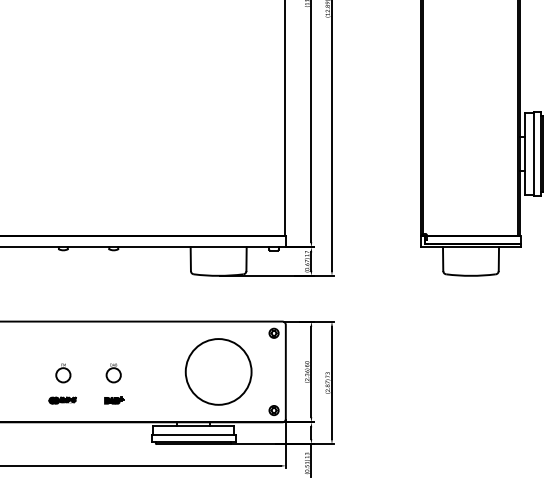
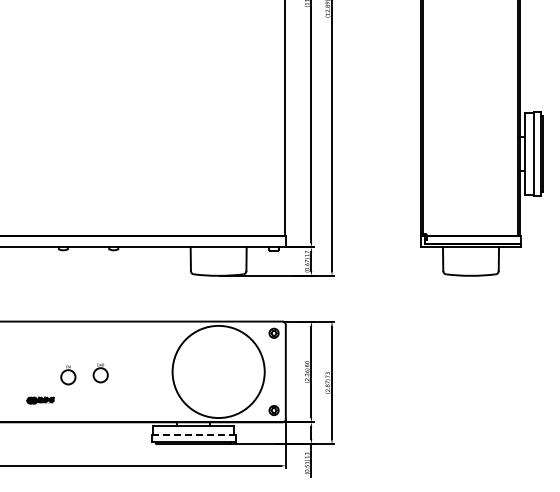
circle at (218, 371) diameter: 66 px -> 92 px
part at (63, 373) position: (63, 373) -> (68, 375)
part at (113, 373) position: (113, 373) -> (100, 373)
part at (62, 400) position: (62, 400) -> (40, 400)
part at (114, 400): present -> none
line at (193, 434): solid -> dashed
